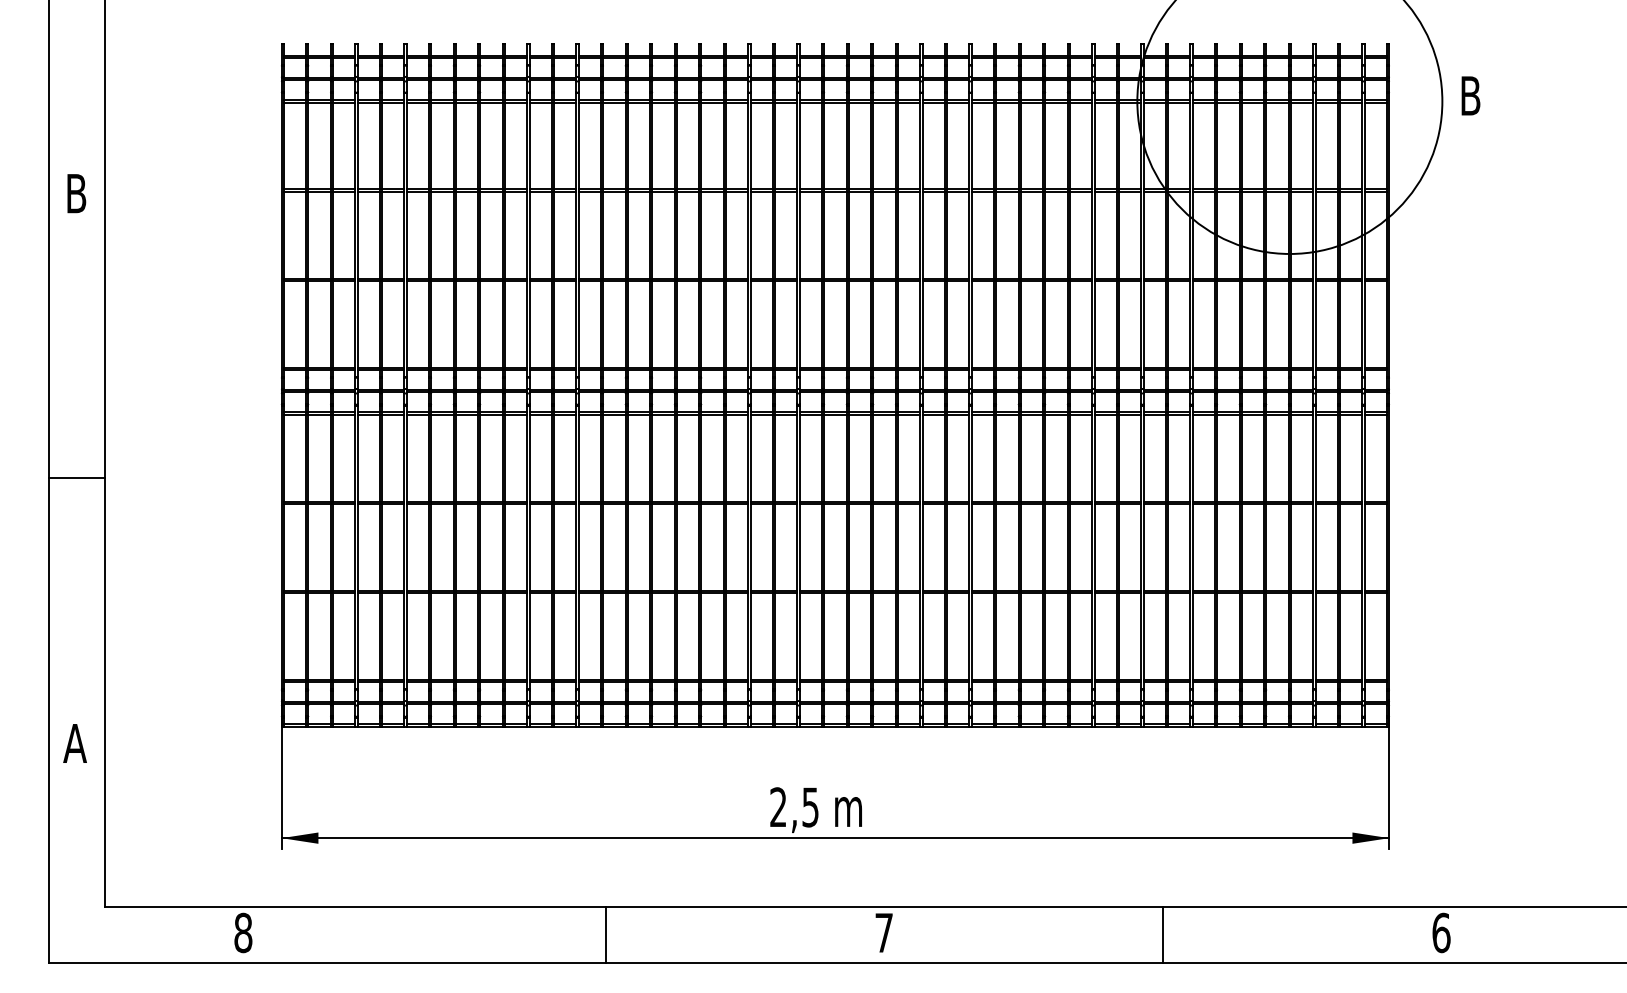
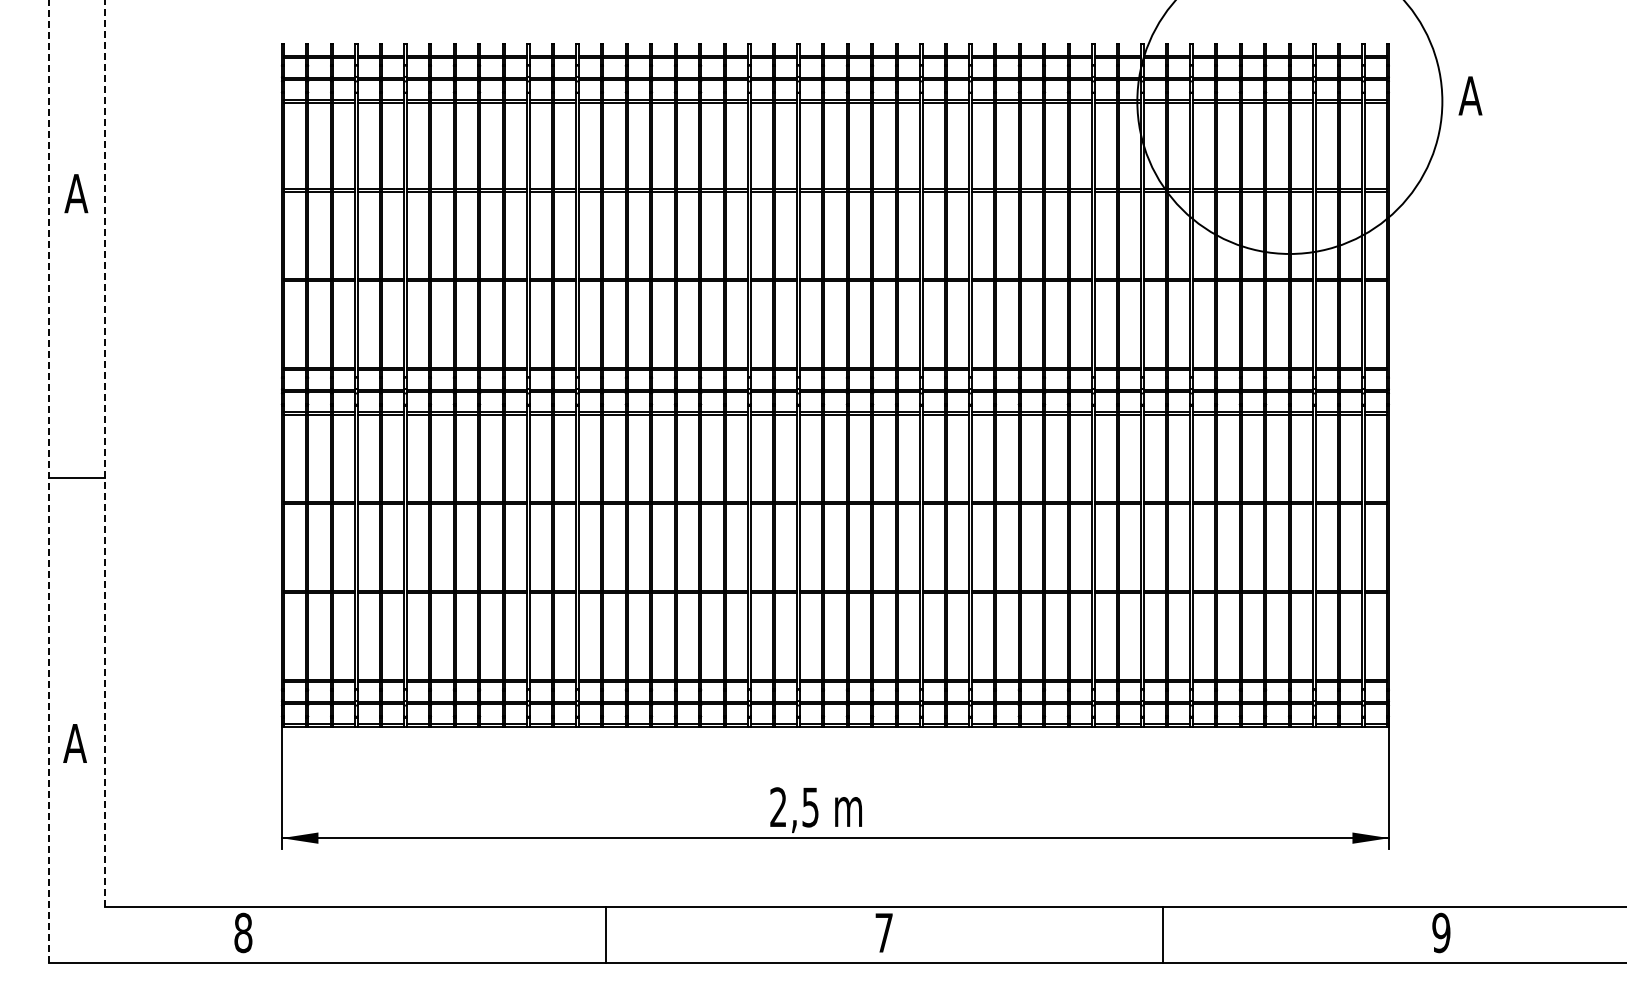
text at (1470, 95): B -> A
text at (76, 193): B -> A
line at (104, 453): solid -> dashed
line at (48, 481): solid -> dashed
text at (1441, 932): 6 -> 9
